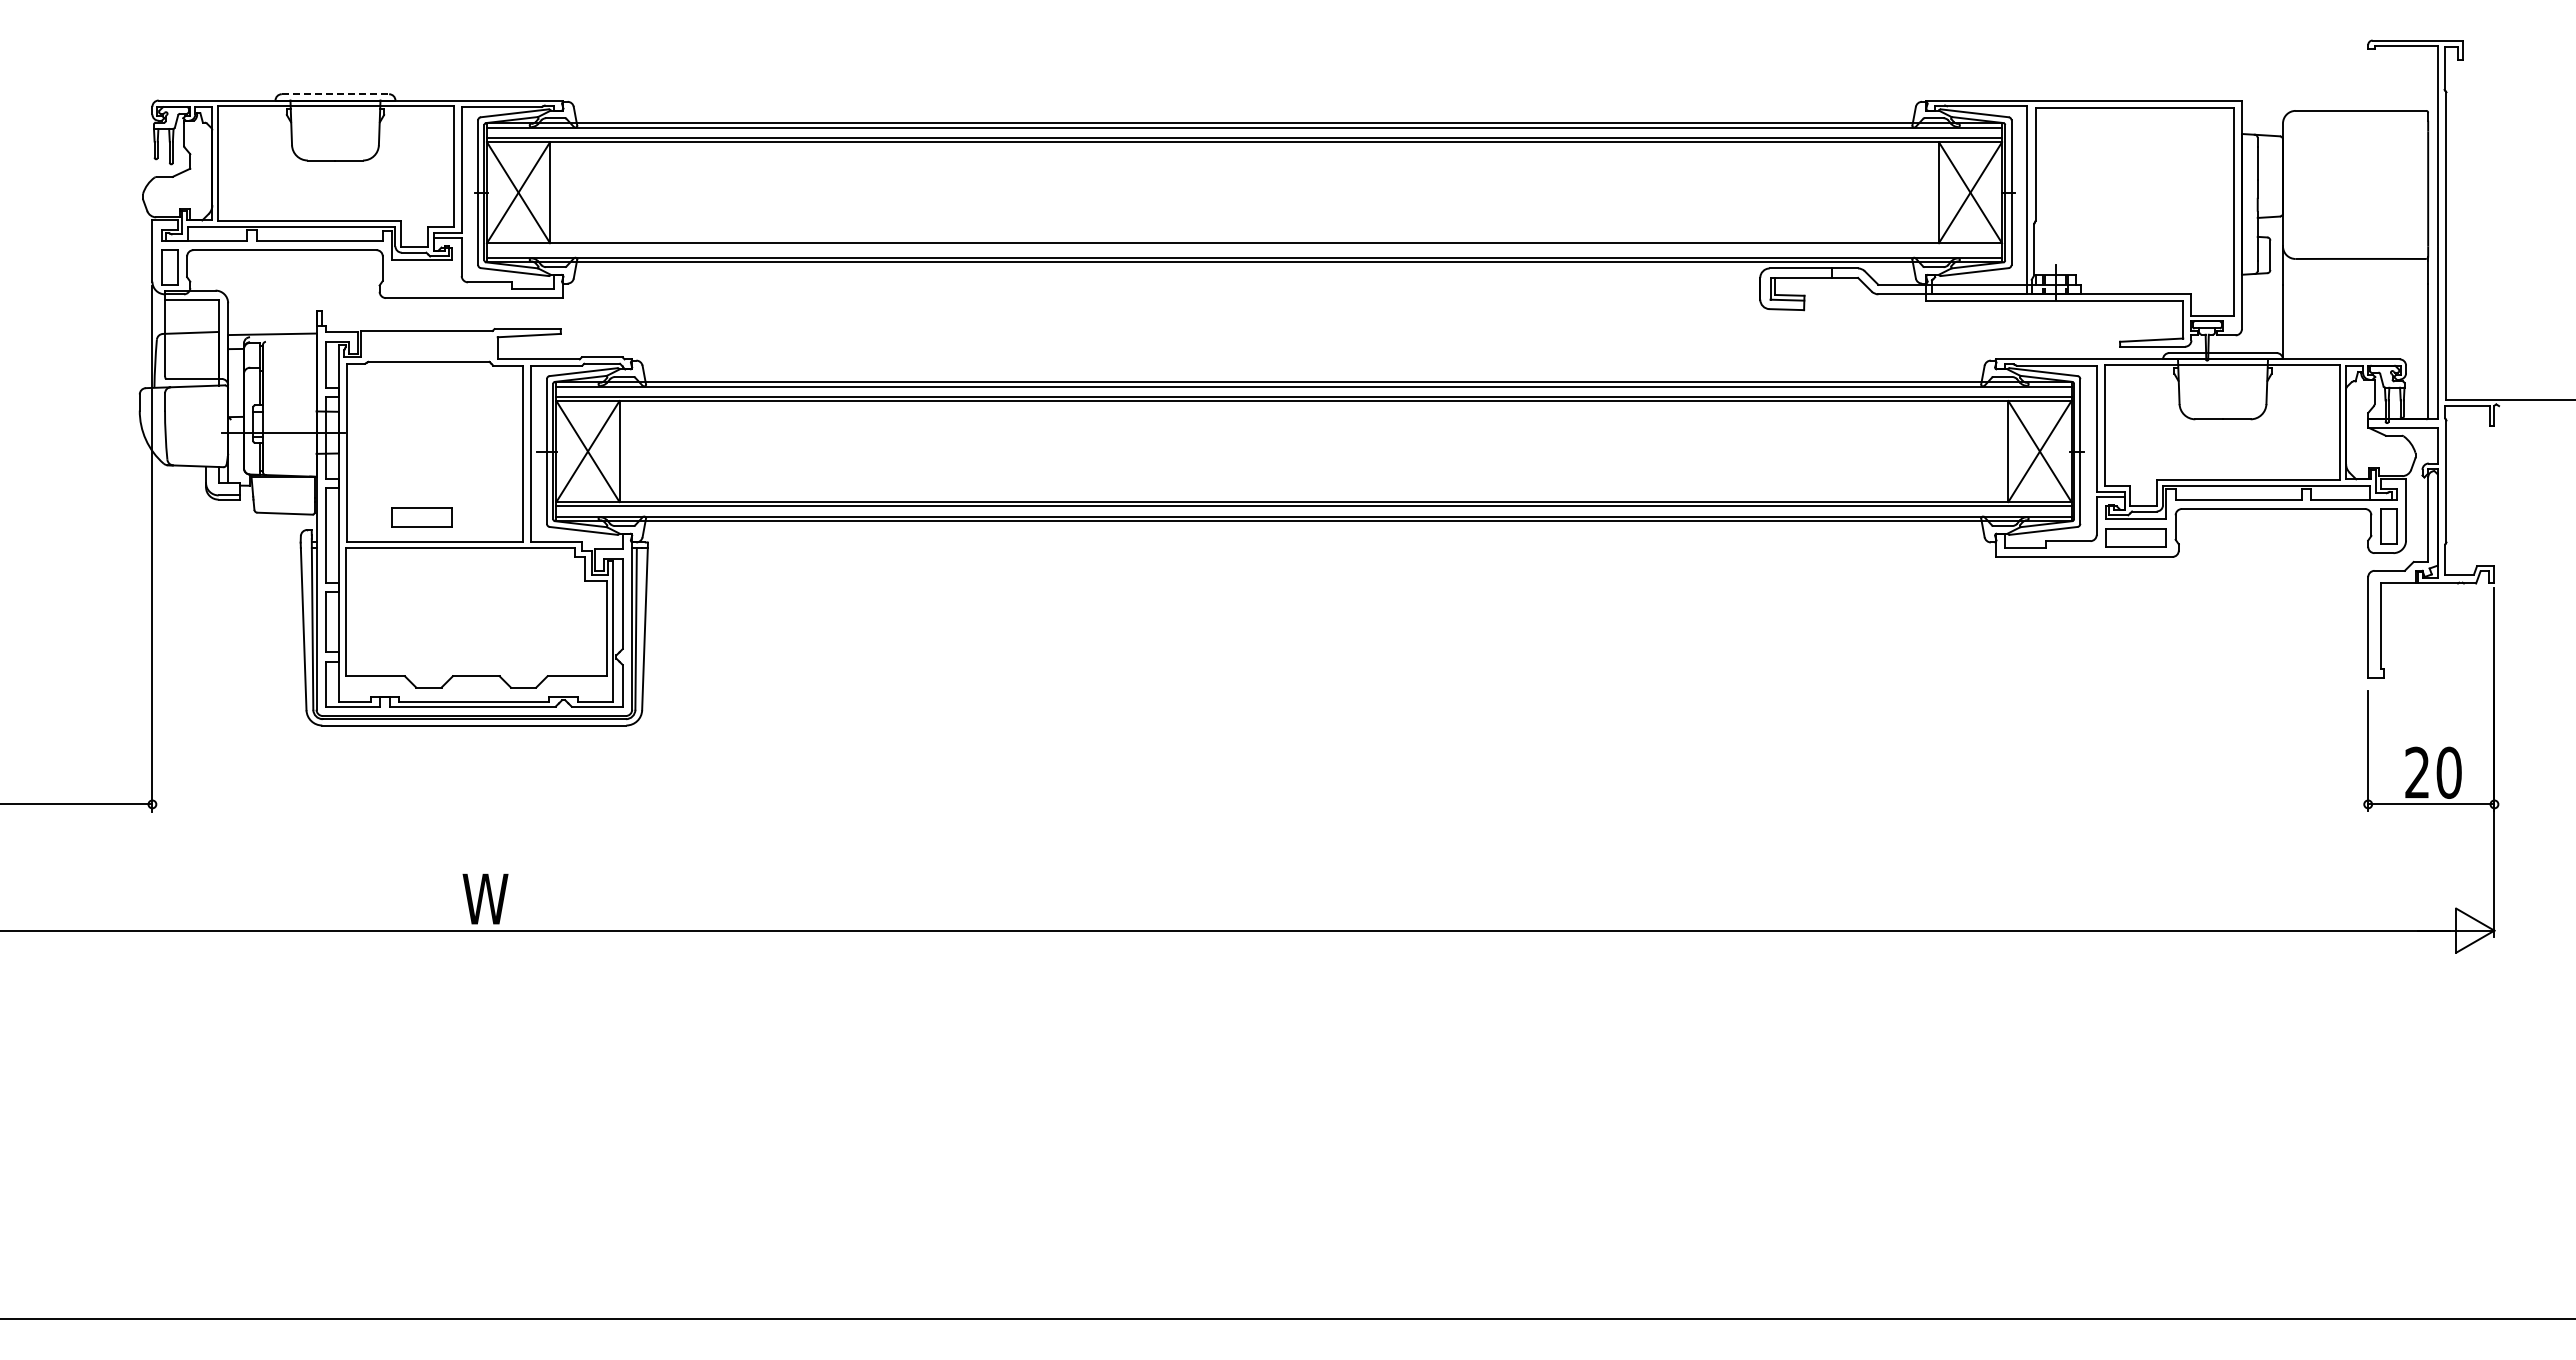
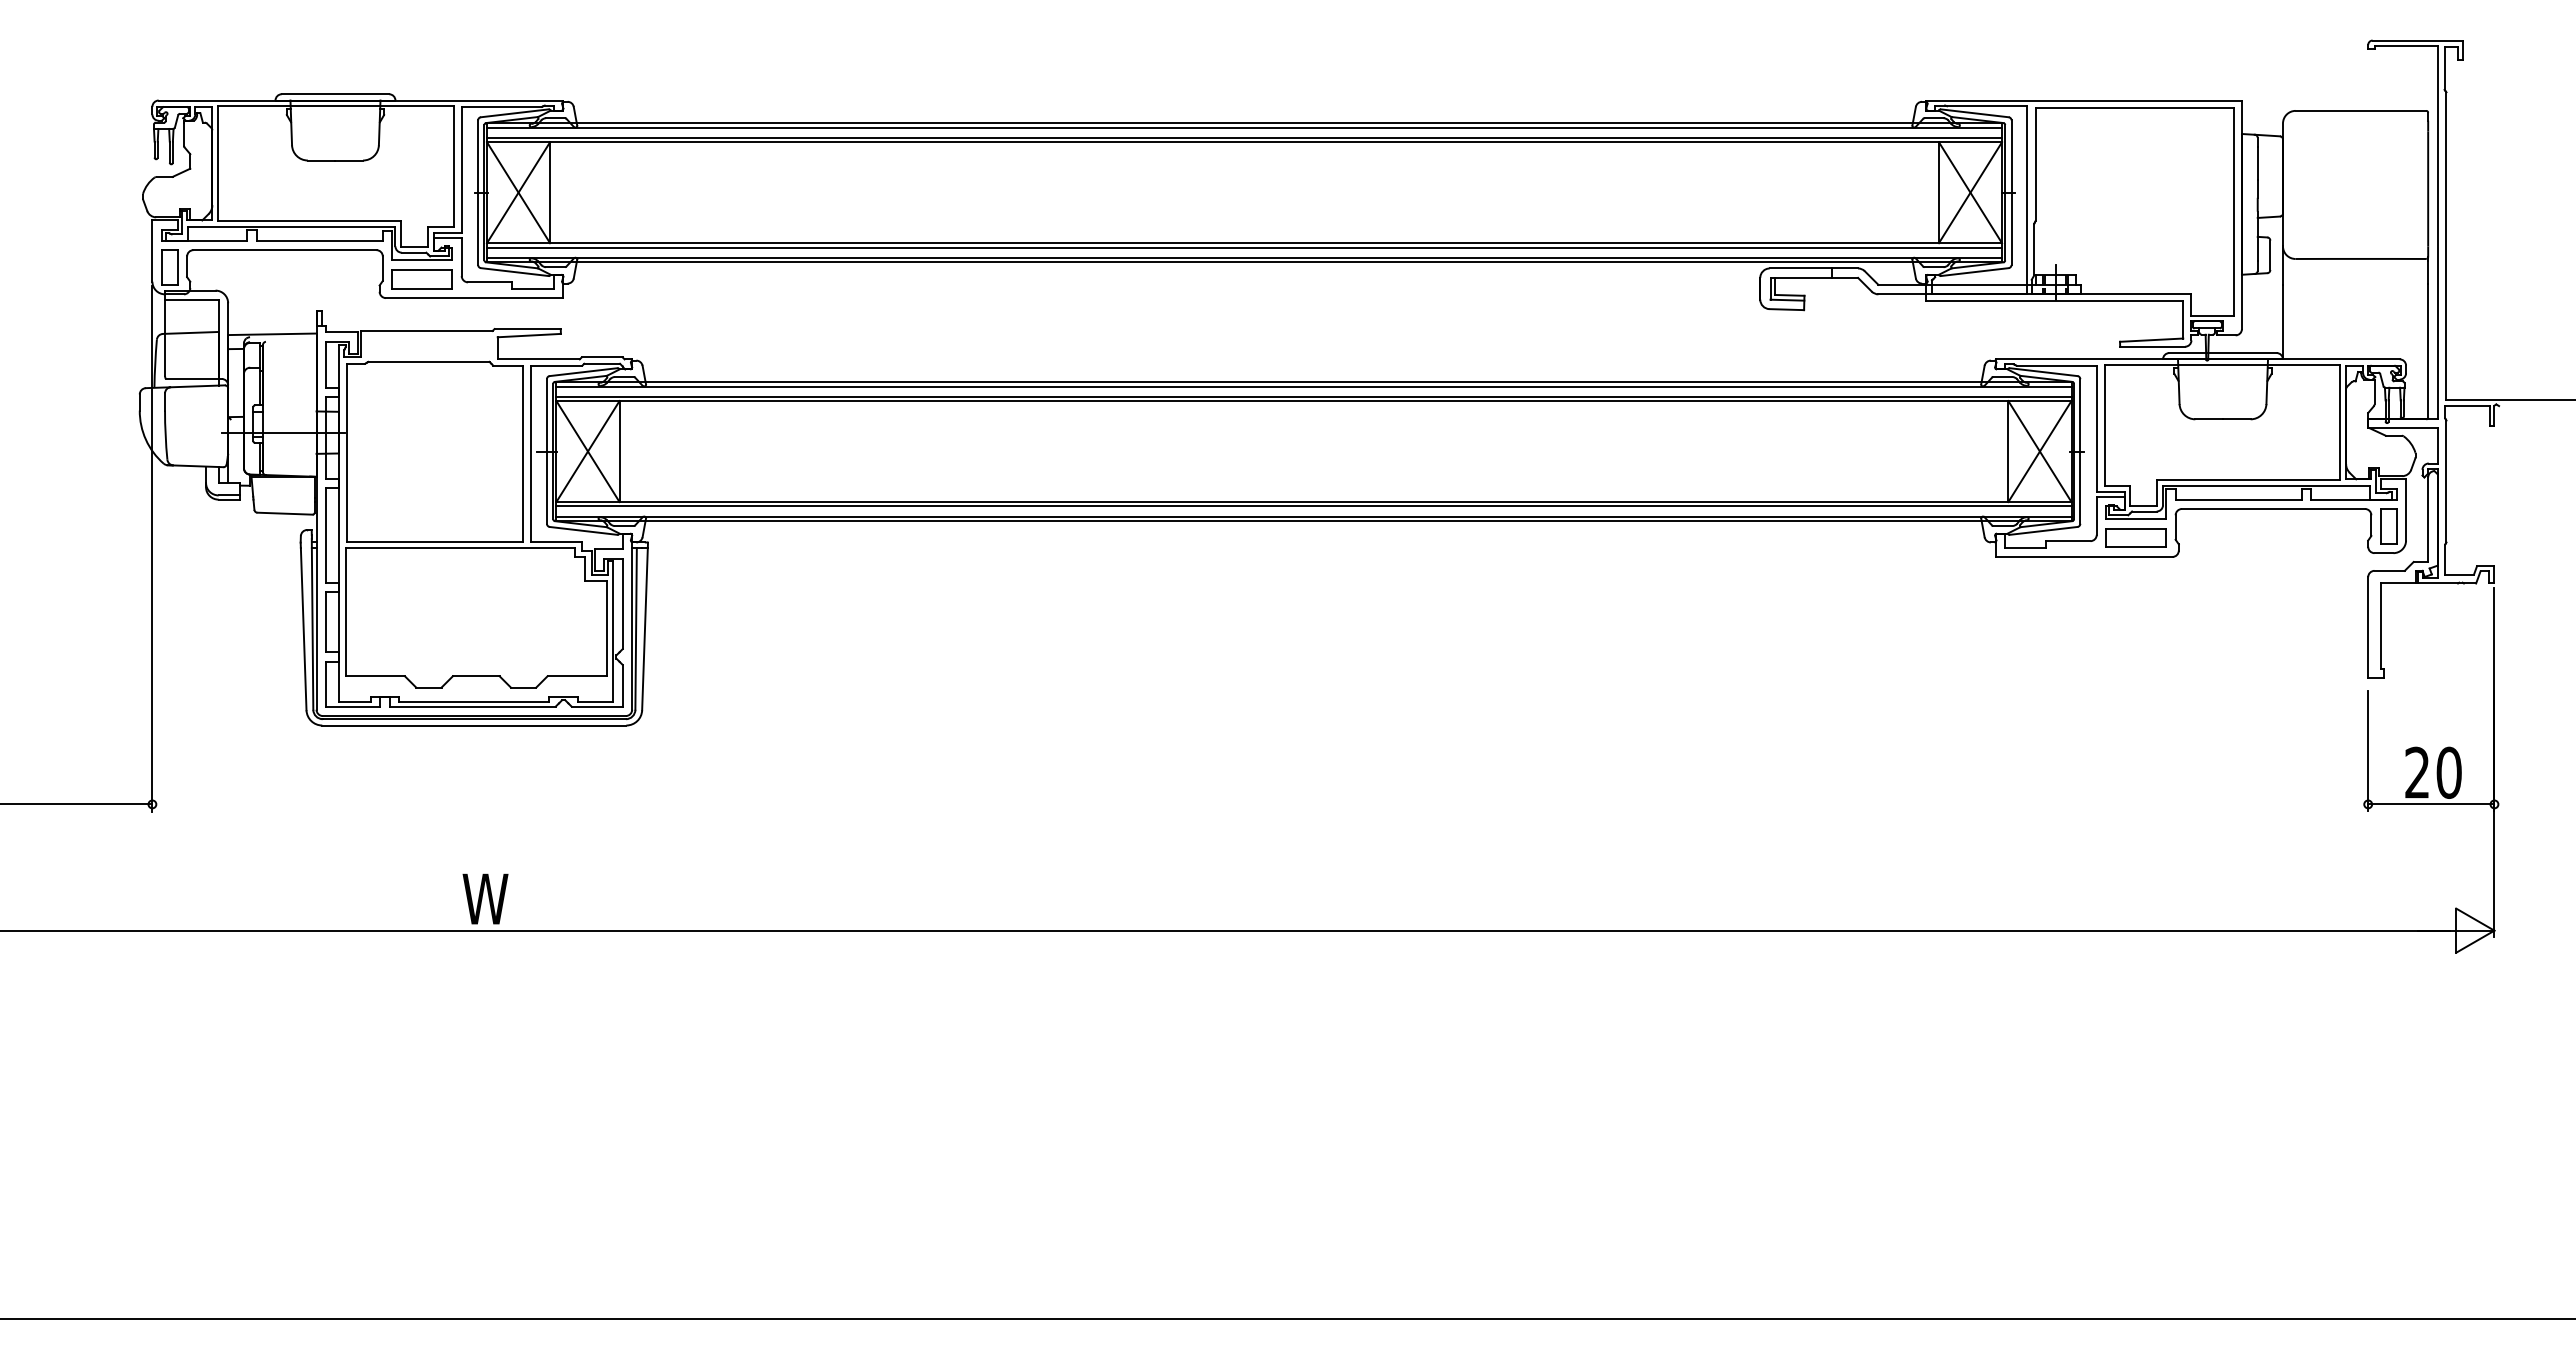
line at (335, 94): dashed -> solid
line at (1244, 247): none -> present
part at (421, 517) position: (421, 517) -> (421, 279)
